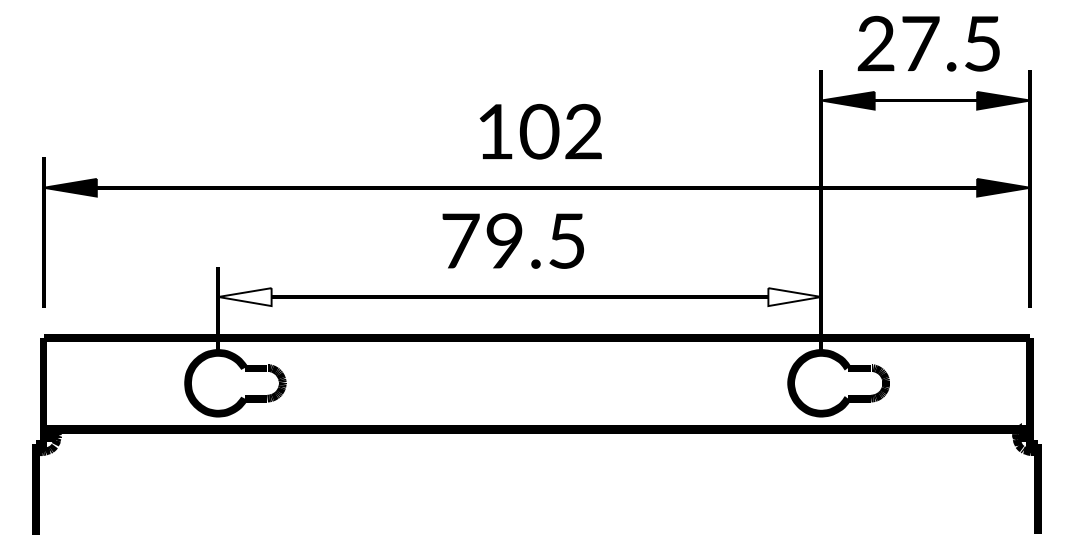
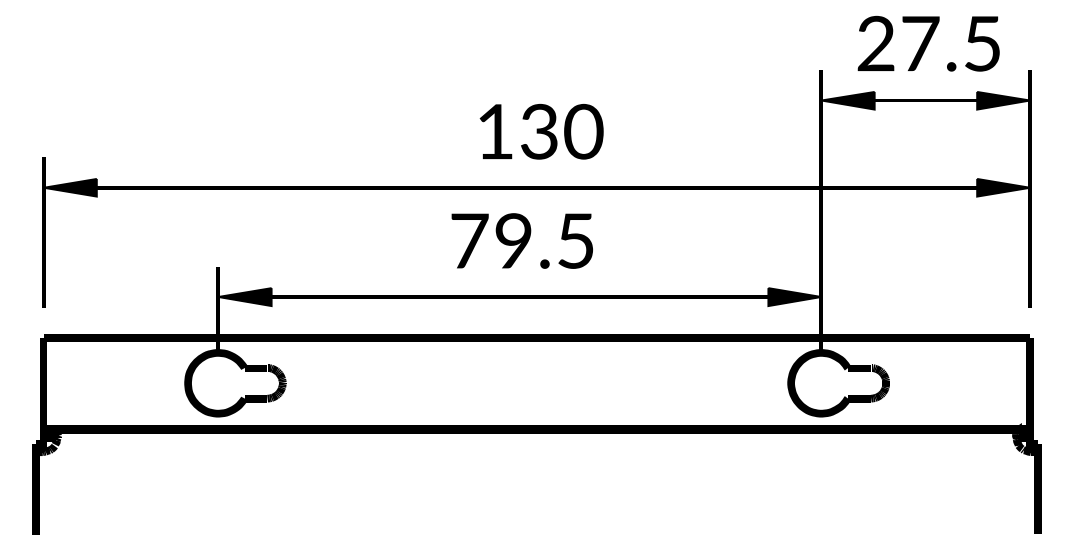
text at (561, 131): 102 -> 130
text at (512, 240) position: (512, 240) -> (521, 240)
fill at (244, 297): none -> present
fill at (794, 297): none -> present
